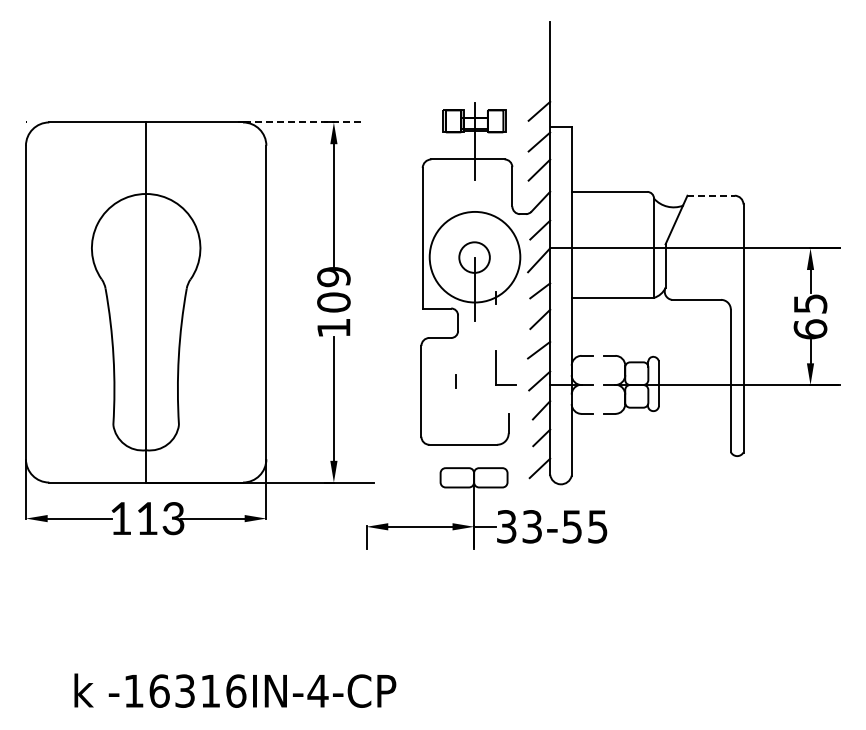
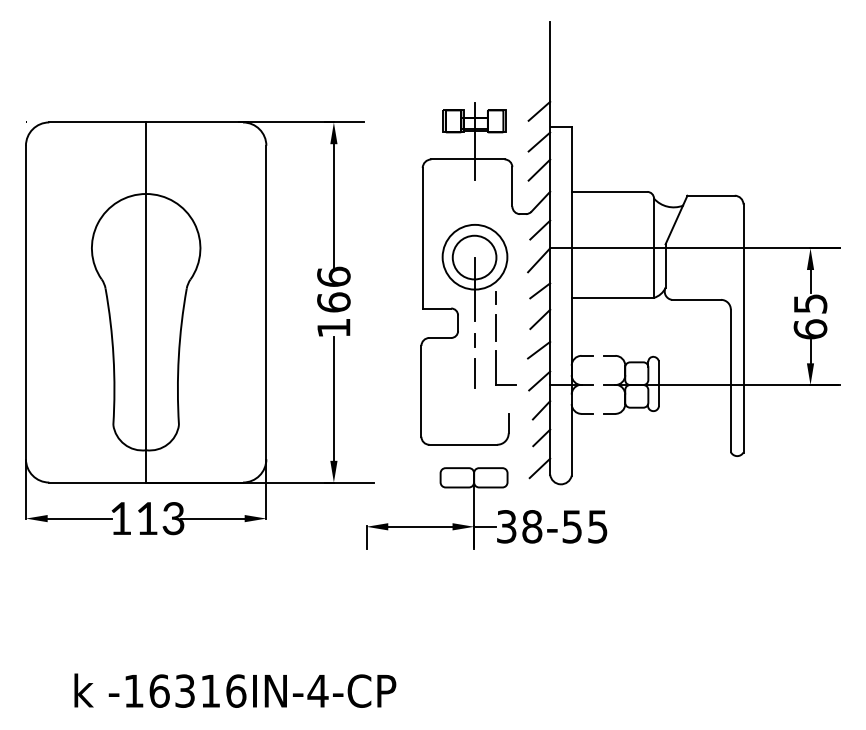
line at (304, 122): dashed -> solid
line at (711, 195): dashed -> solid
circle at (474, 256) diameter: 91 px -> 65 px
circle at (474, 257) diameter: 31 px -> 44 px
text at (333, 289): 109 -> 166
line at (496, 327): none -> present
line at (474, 373): none -> present
line at (455, 381) position: (455, 381) -> (474, 340)
text at (532, 526): 33-55 -> 38-55
